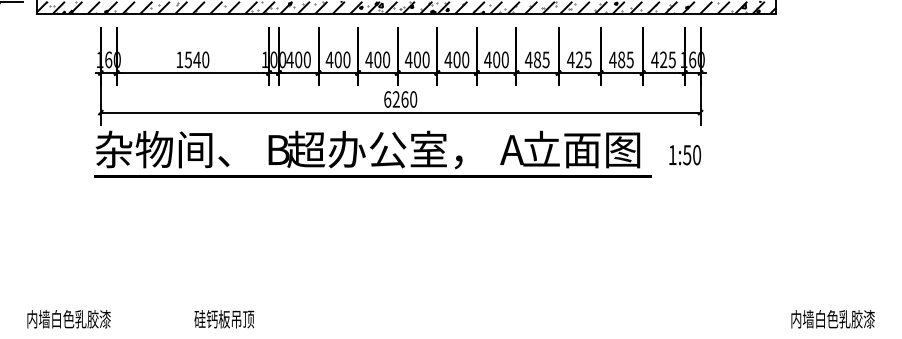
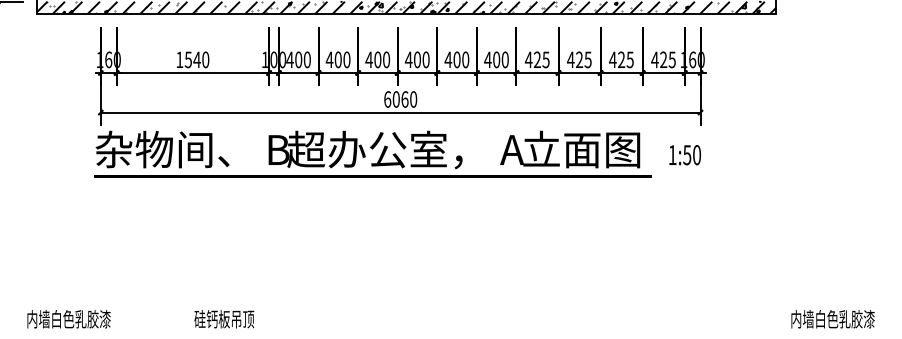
text at (537, 59): 485 -> 425
text at (621, 59): 485 -> 425
text at (395, 99): 6260 -> 6060
